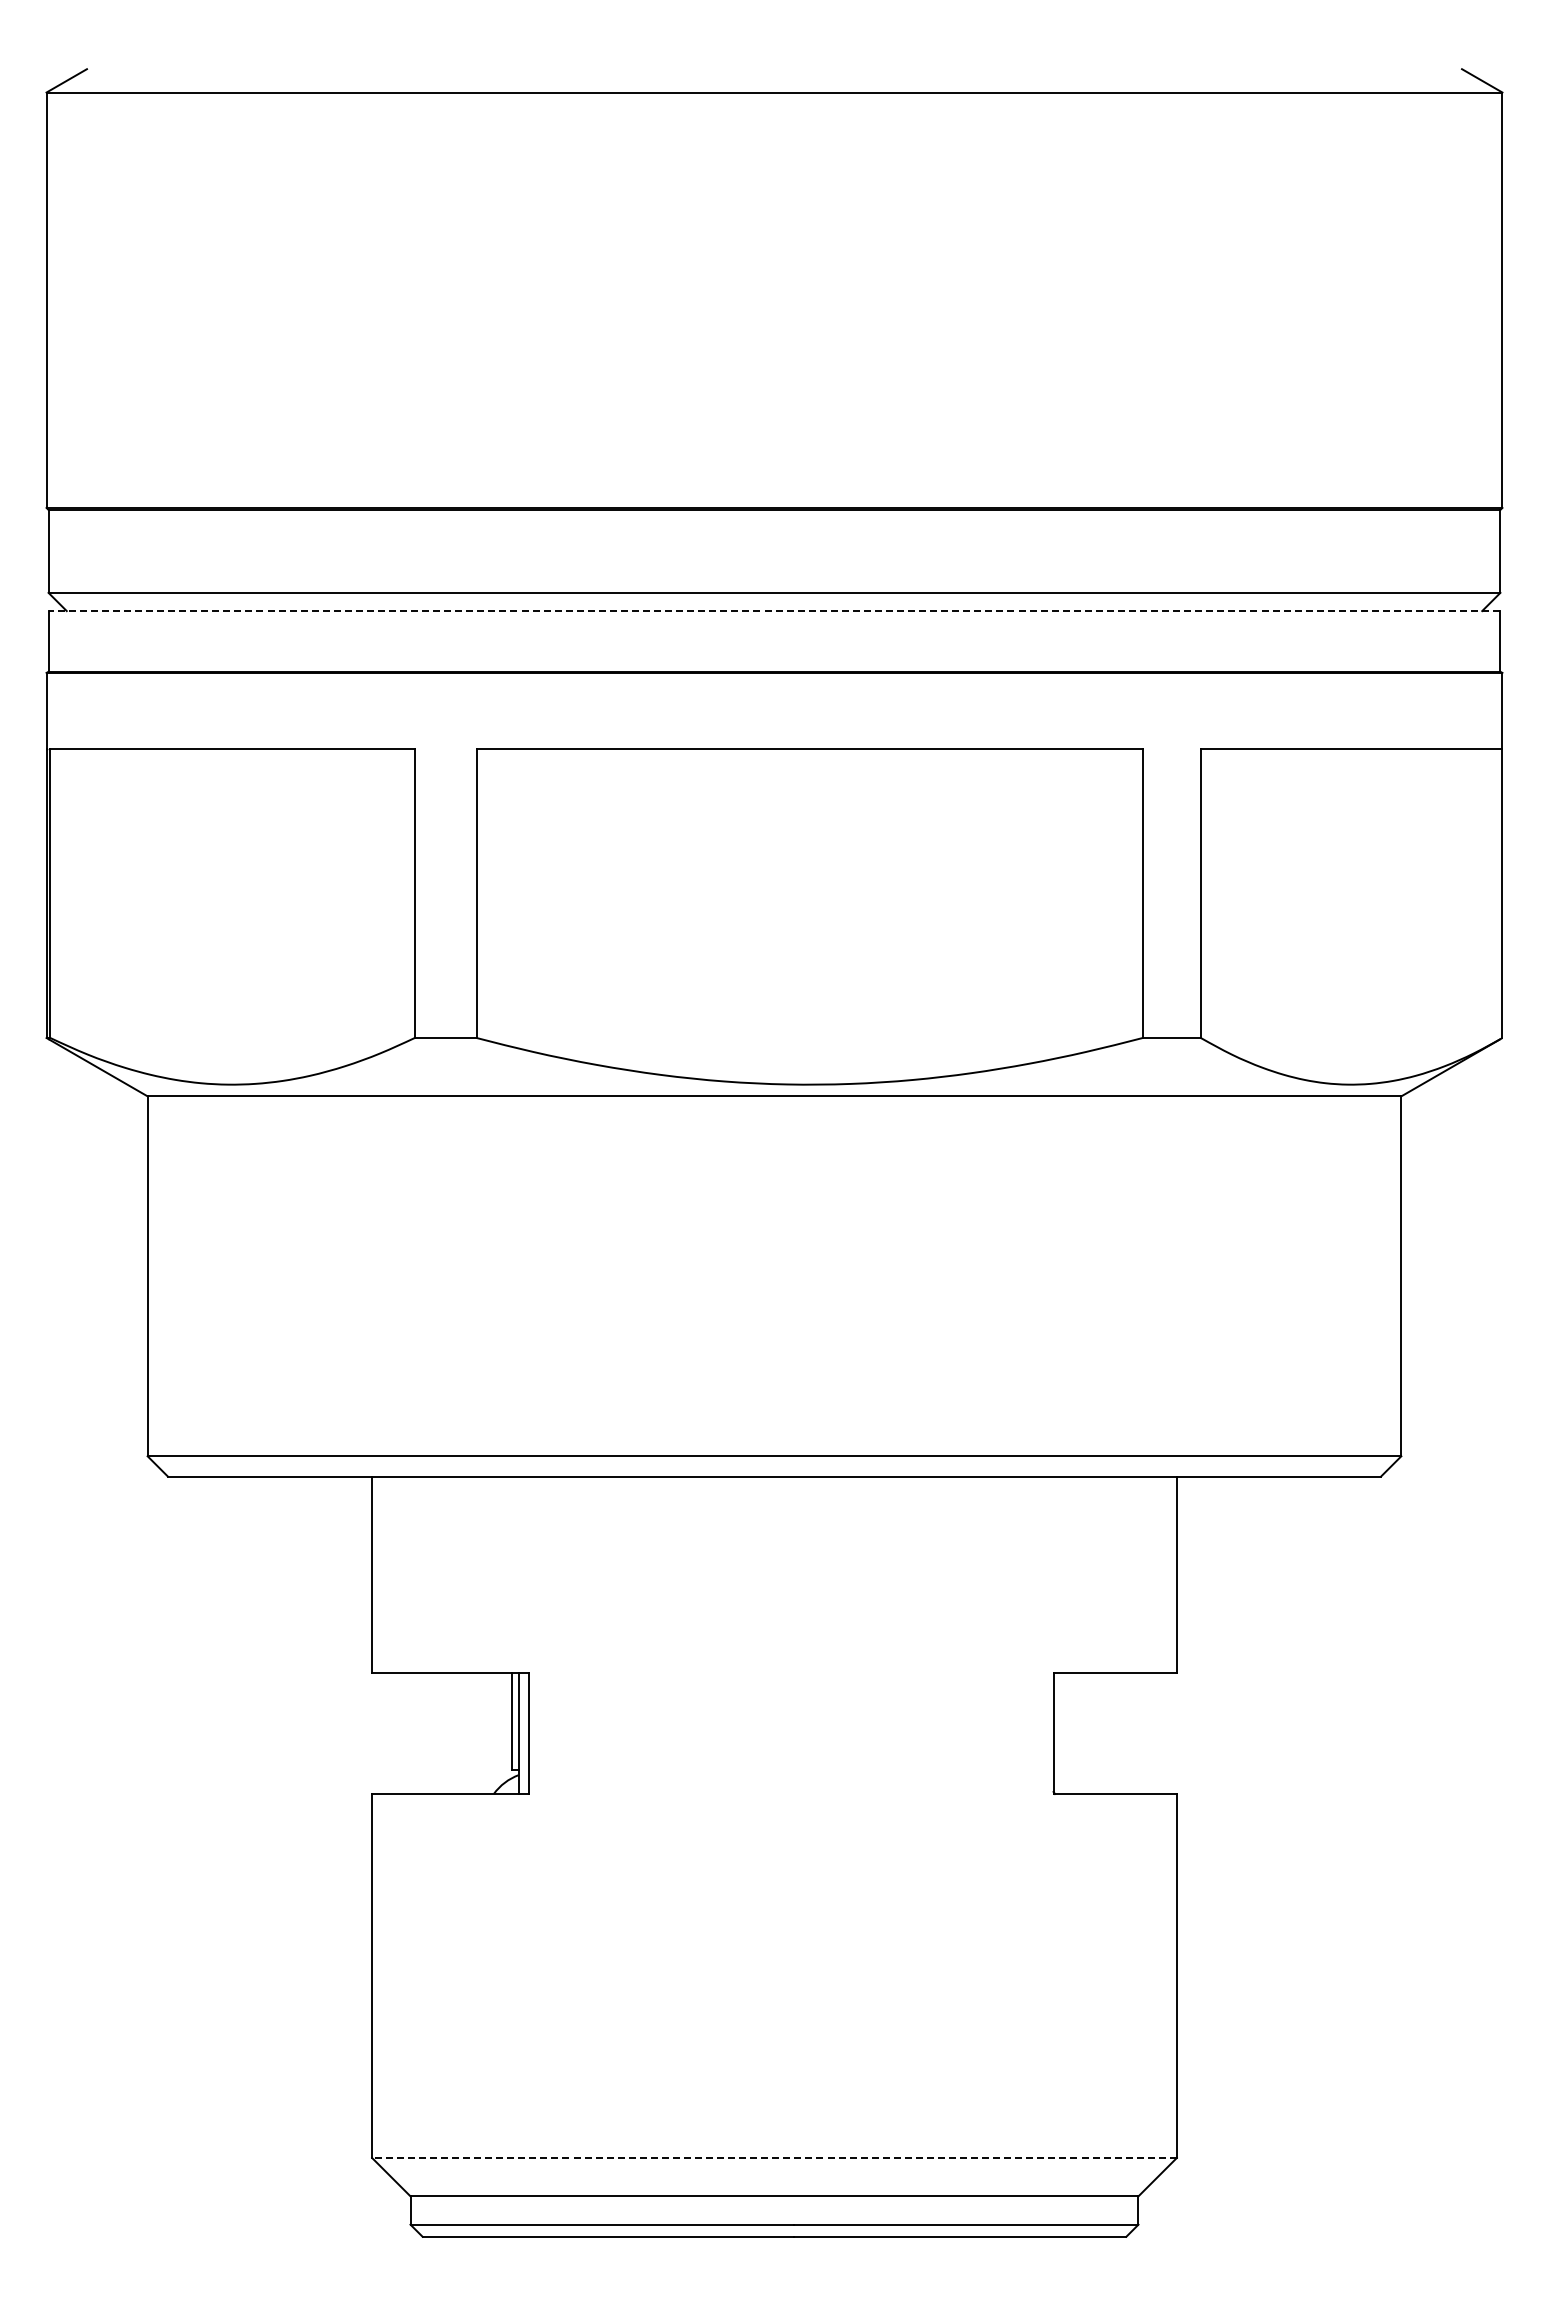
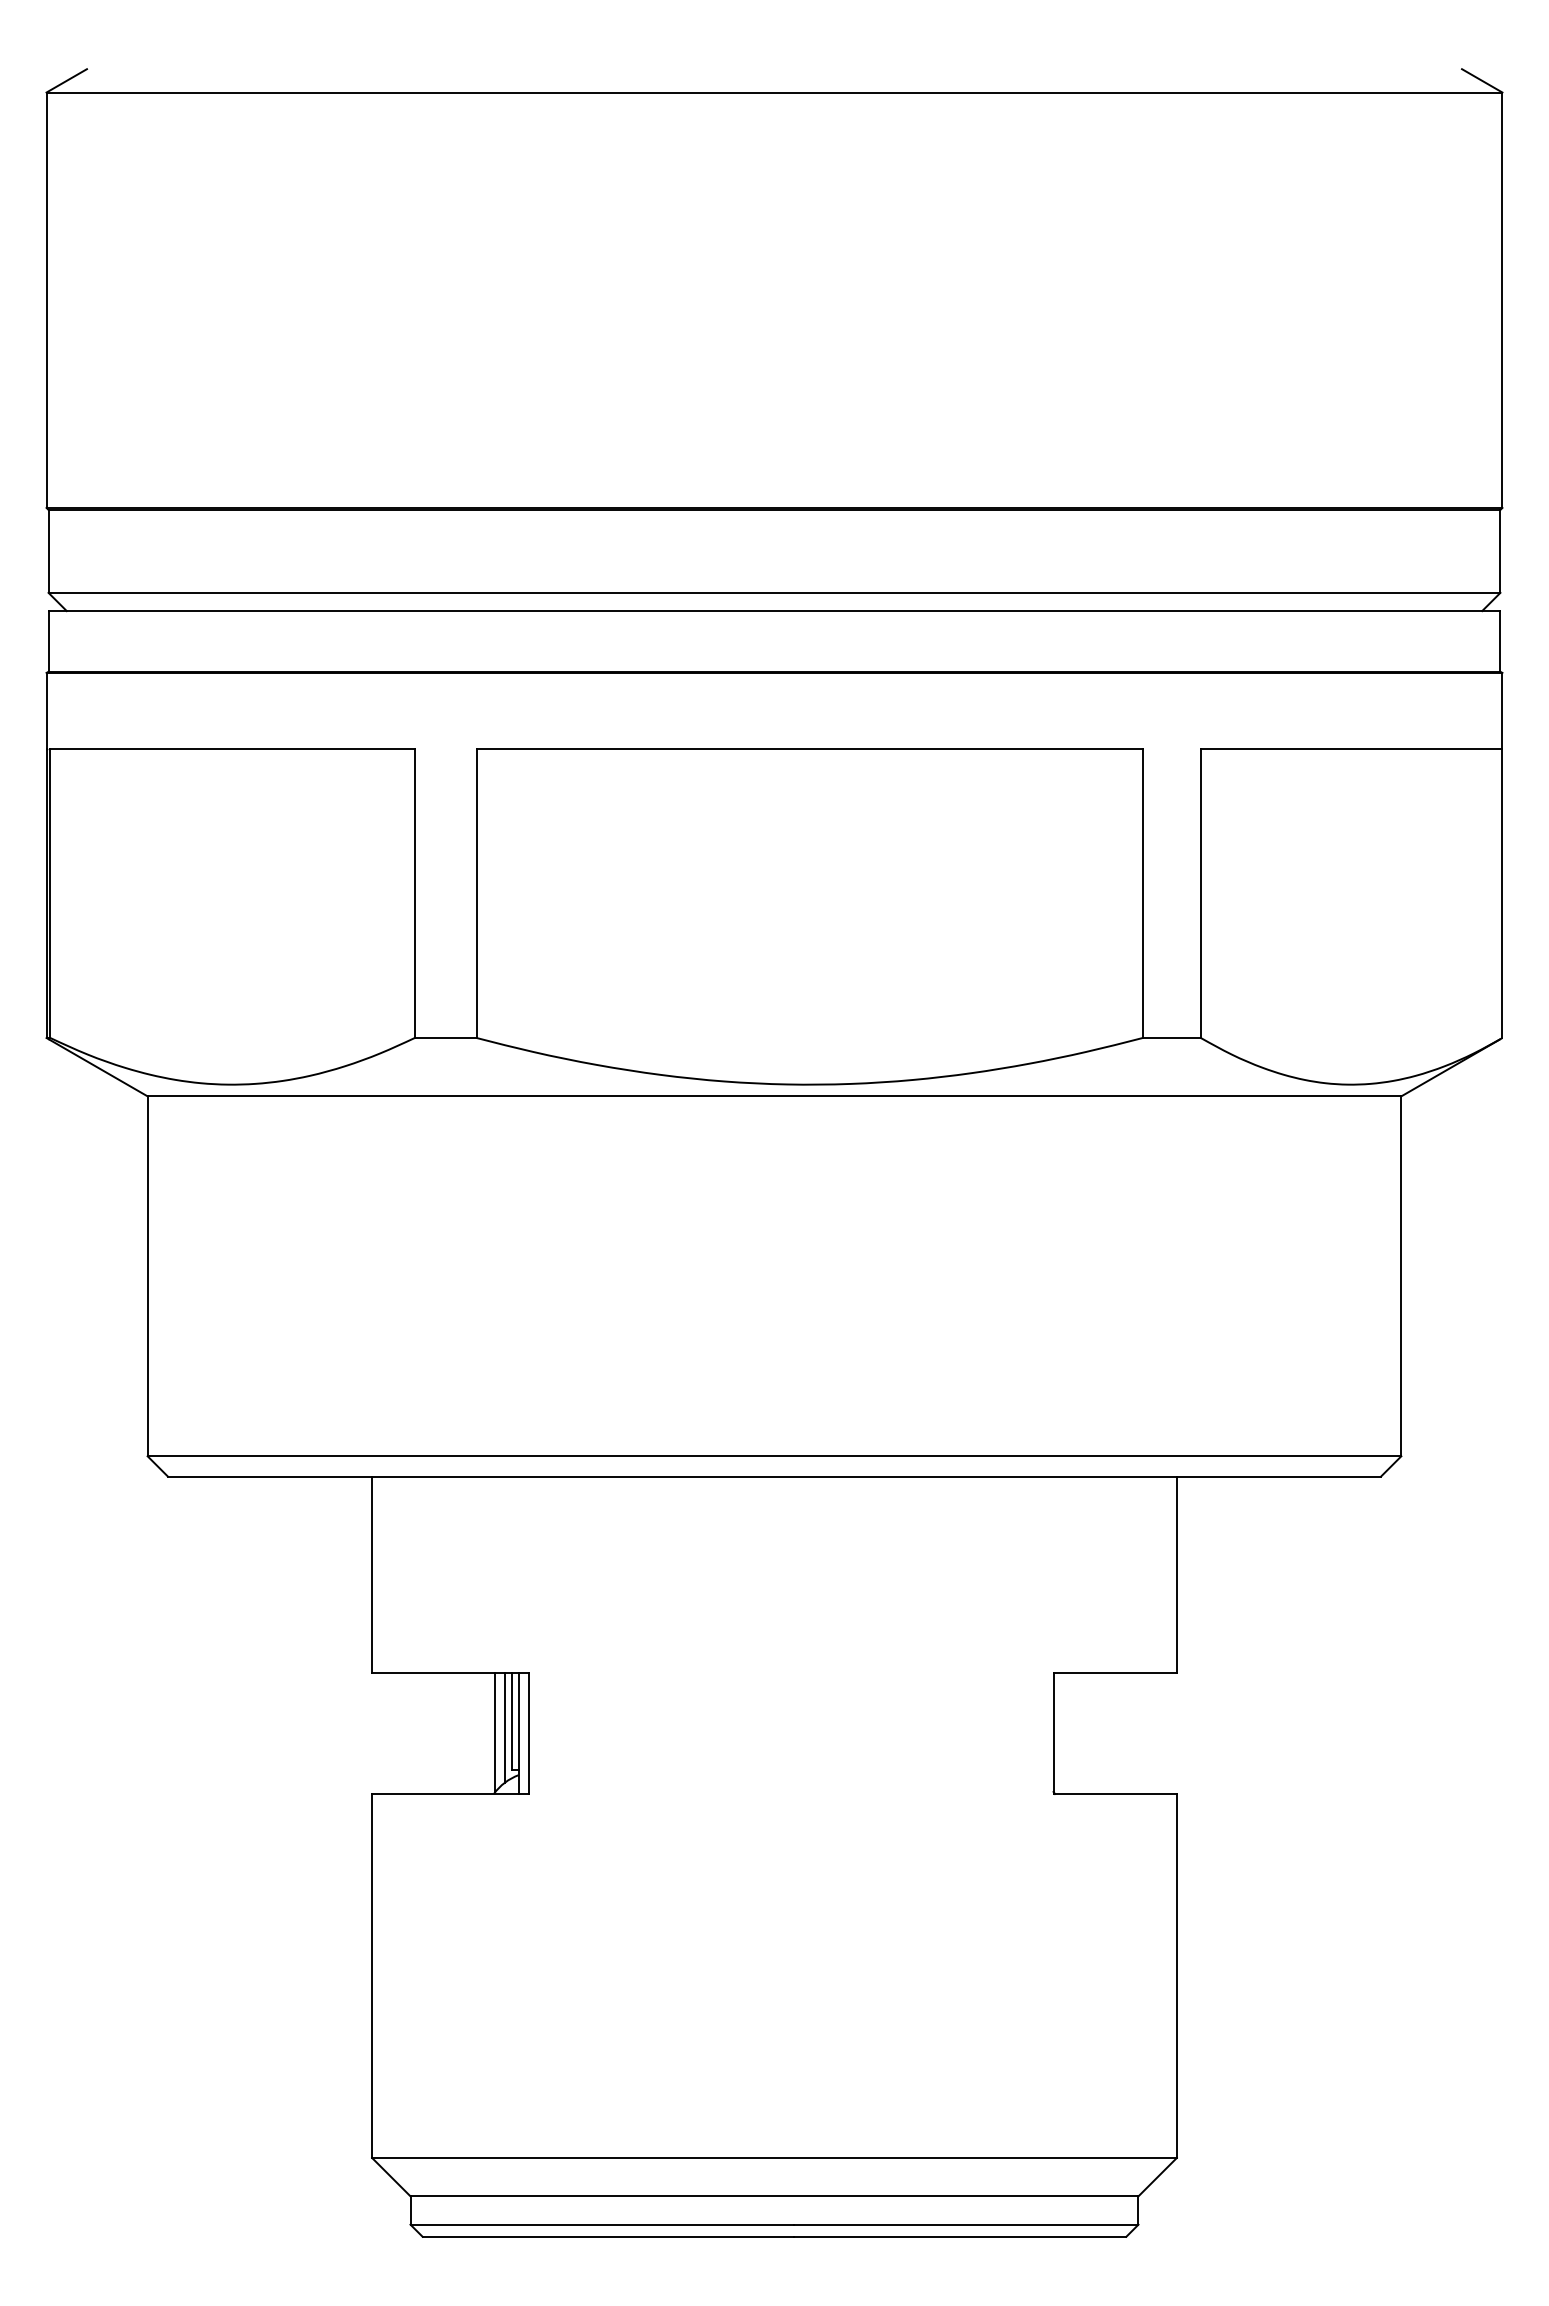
line at (774, 611): dashed -> solid
line at (505, 1727): none -> present
line at (495, 1731): none -> present
line at (773, 2157): dashed -> solid
